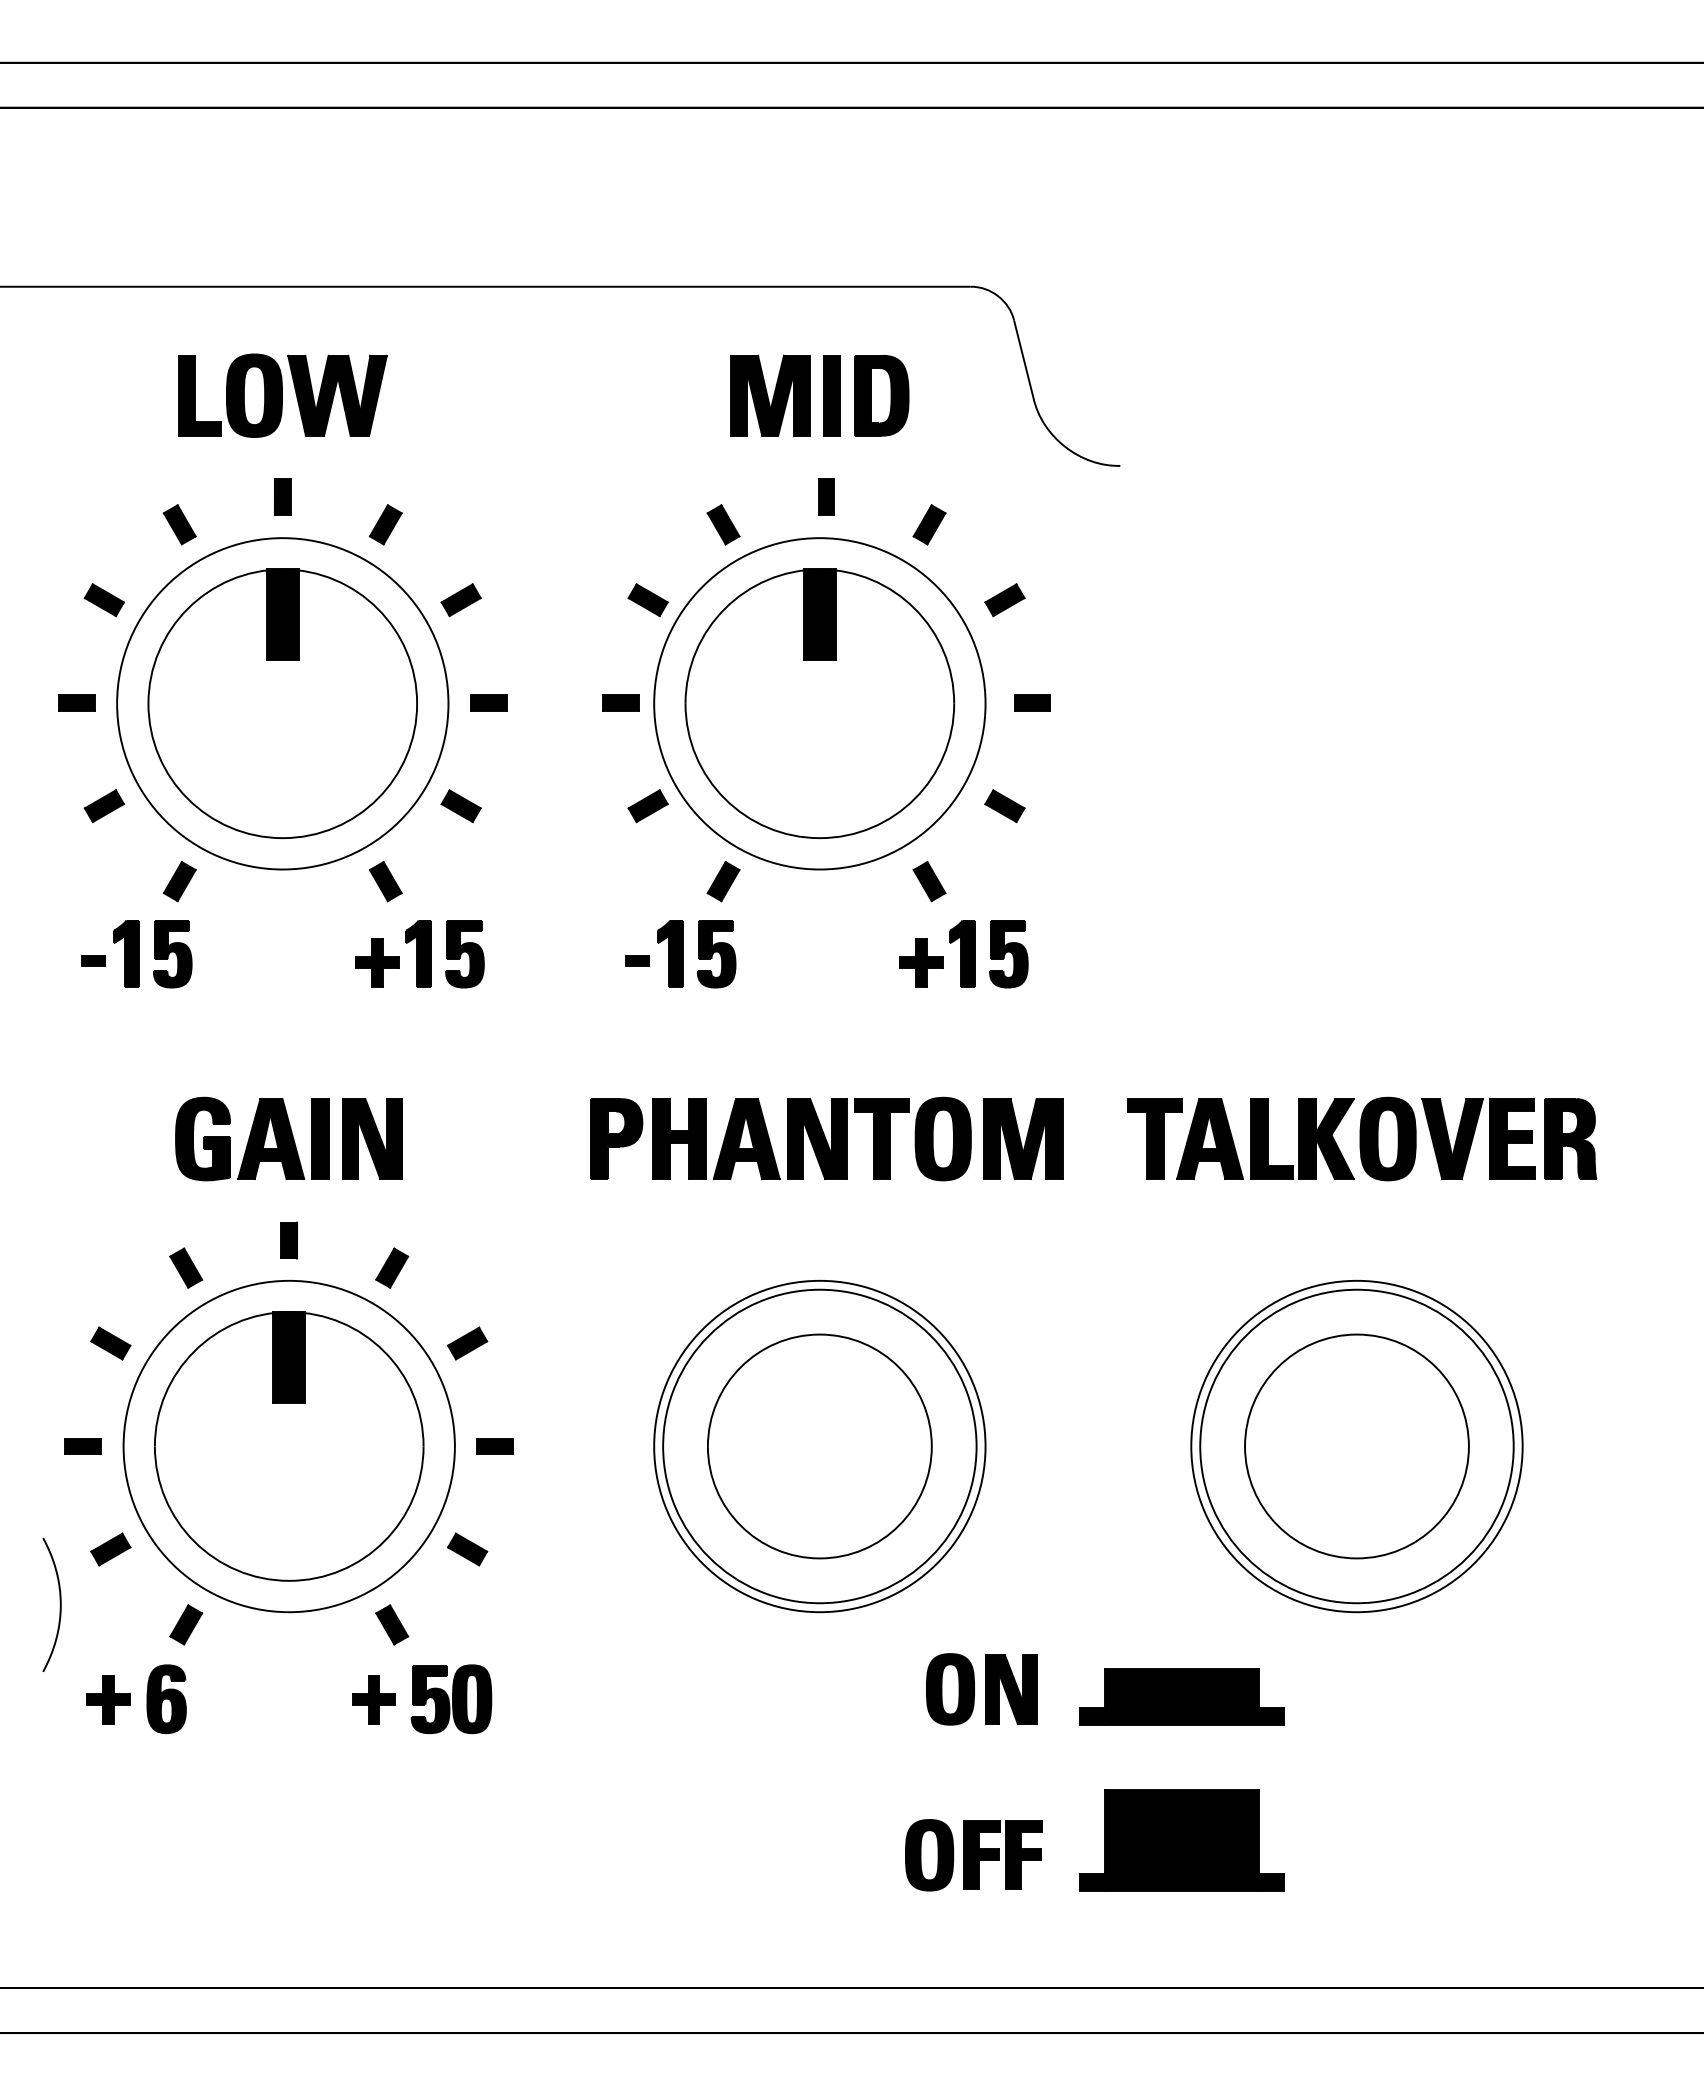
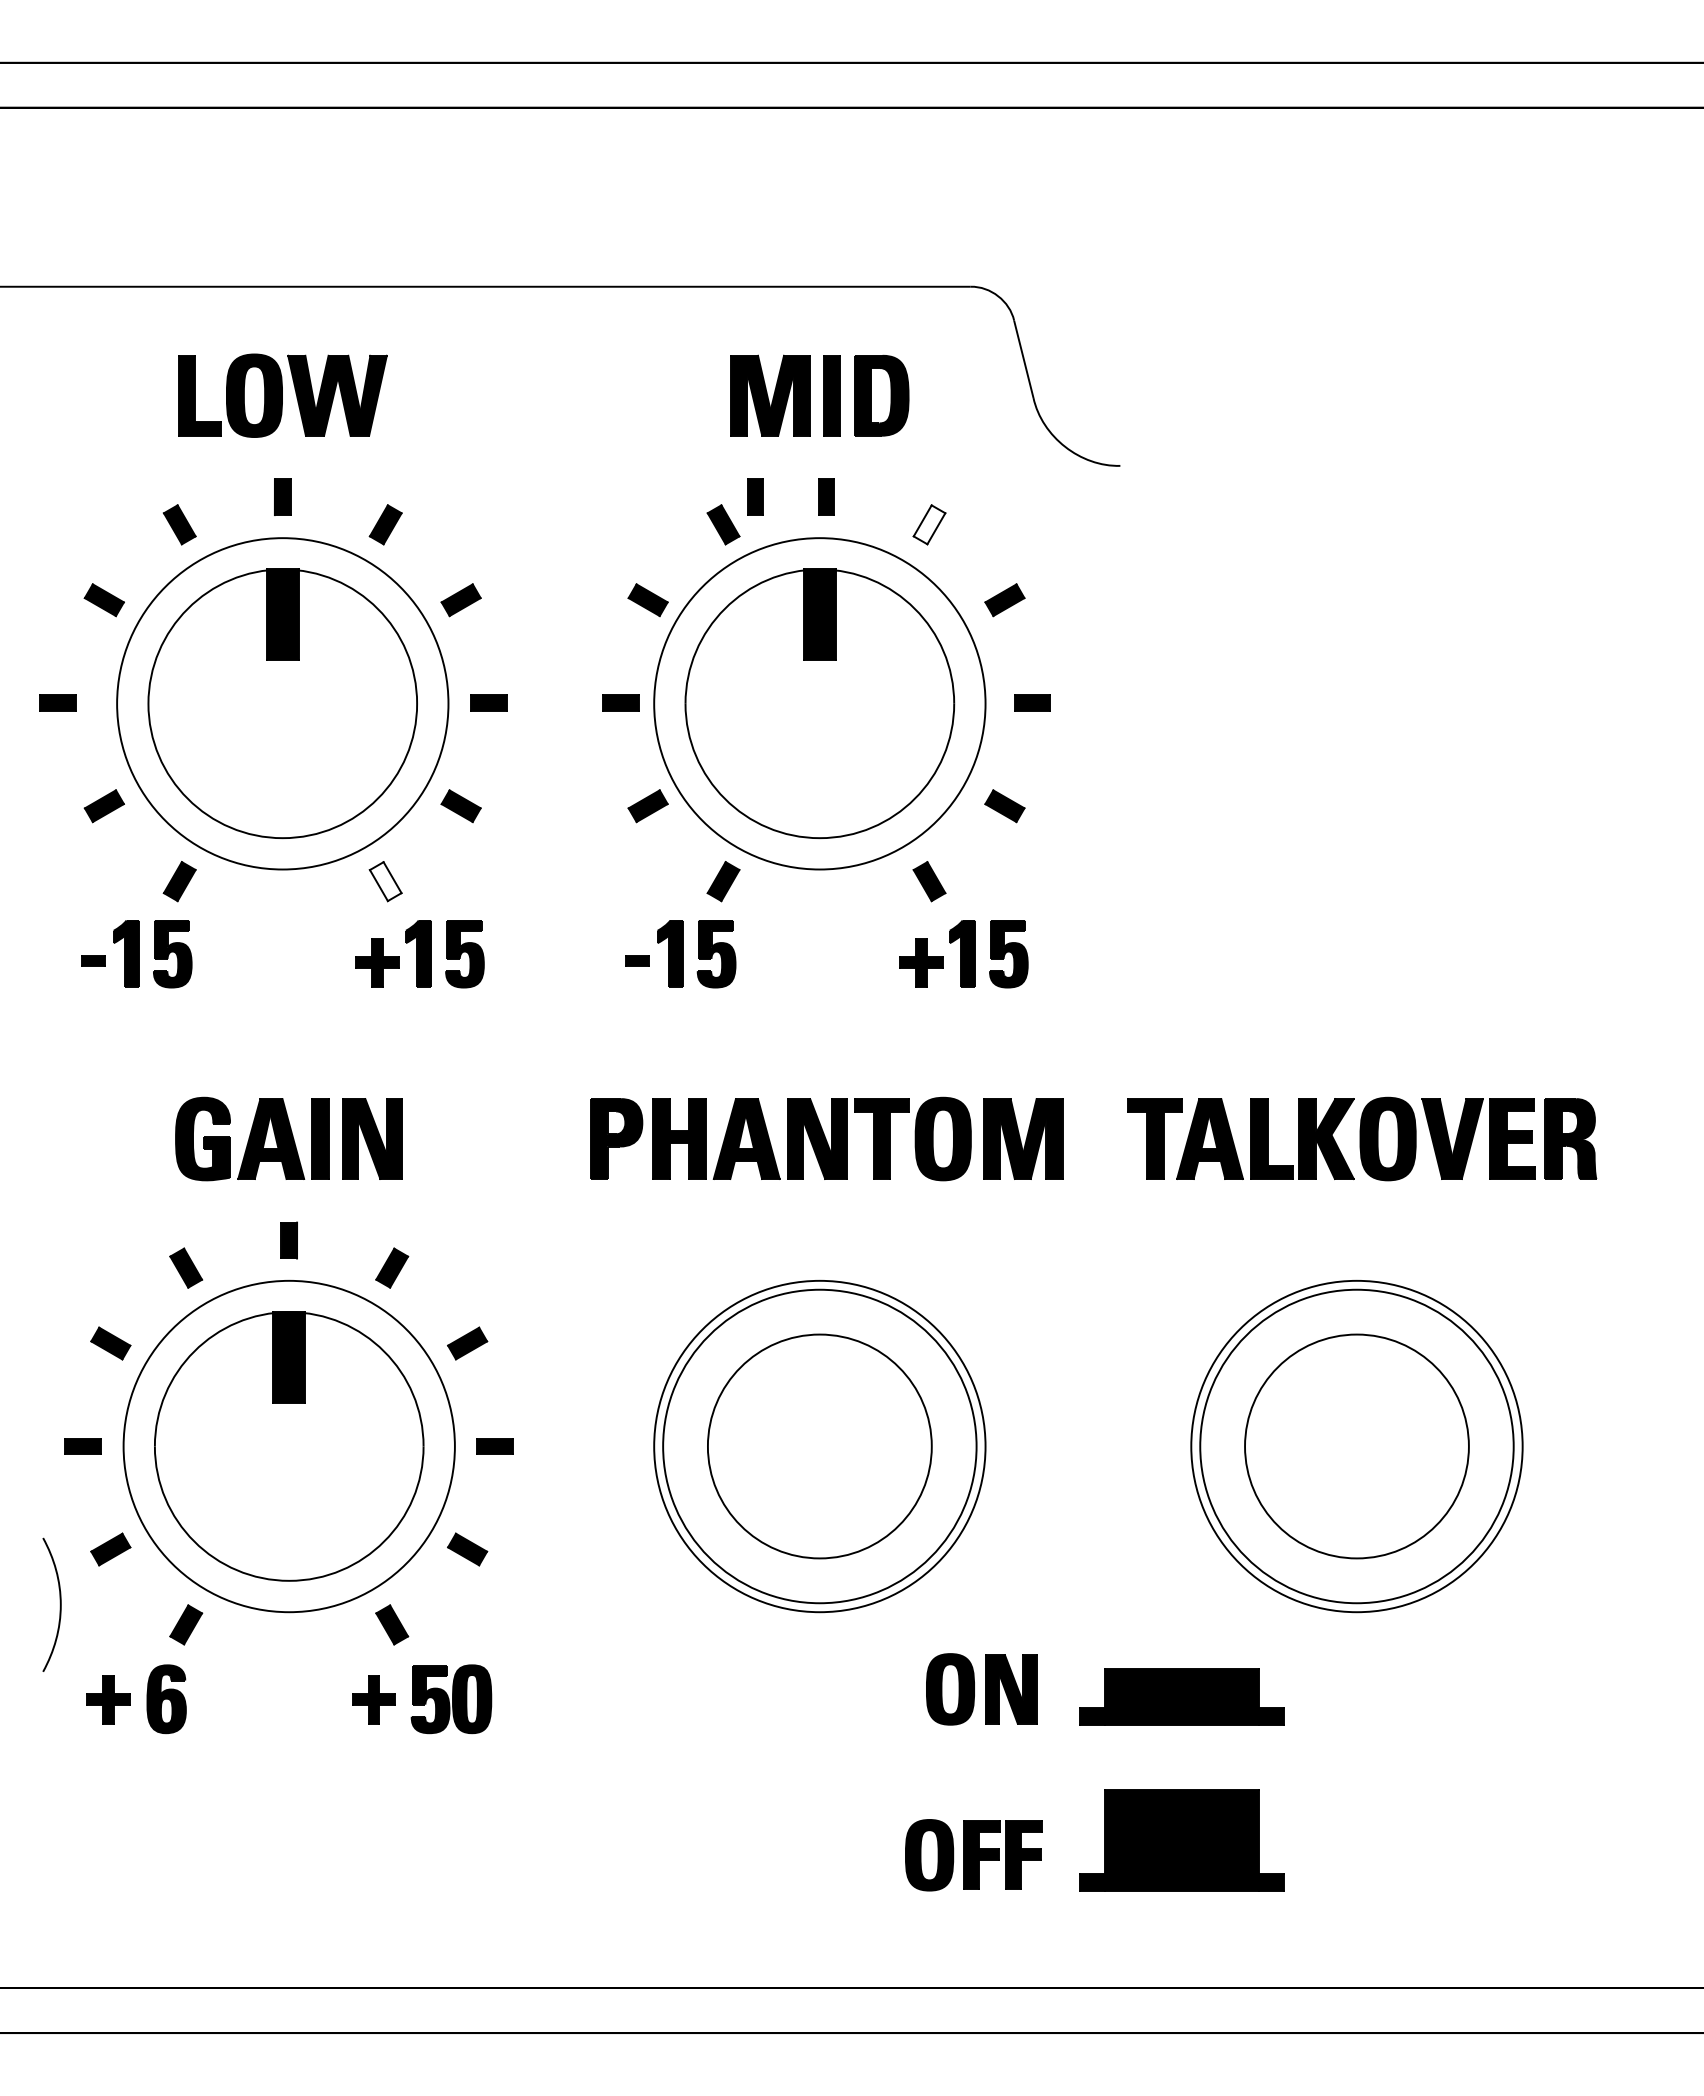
part at (755, 496): none -> present
fill at (929, 524): present -> none
part at (76, 702) position: (76, 702) -> (57, 702)
fill at (385, 881): present -> none
